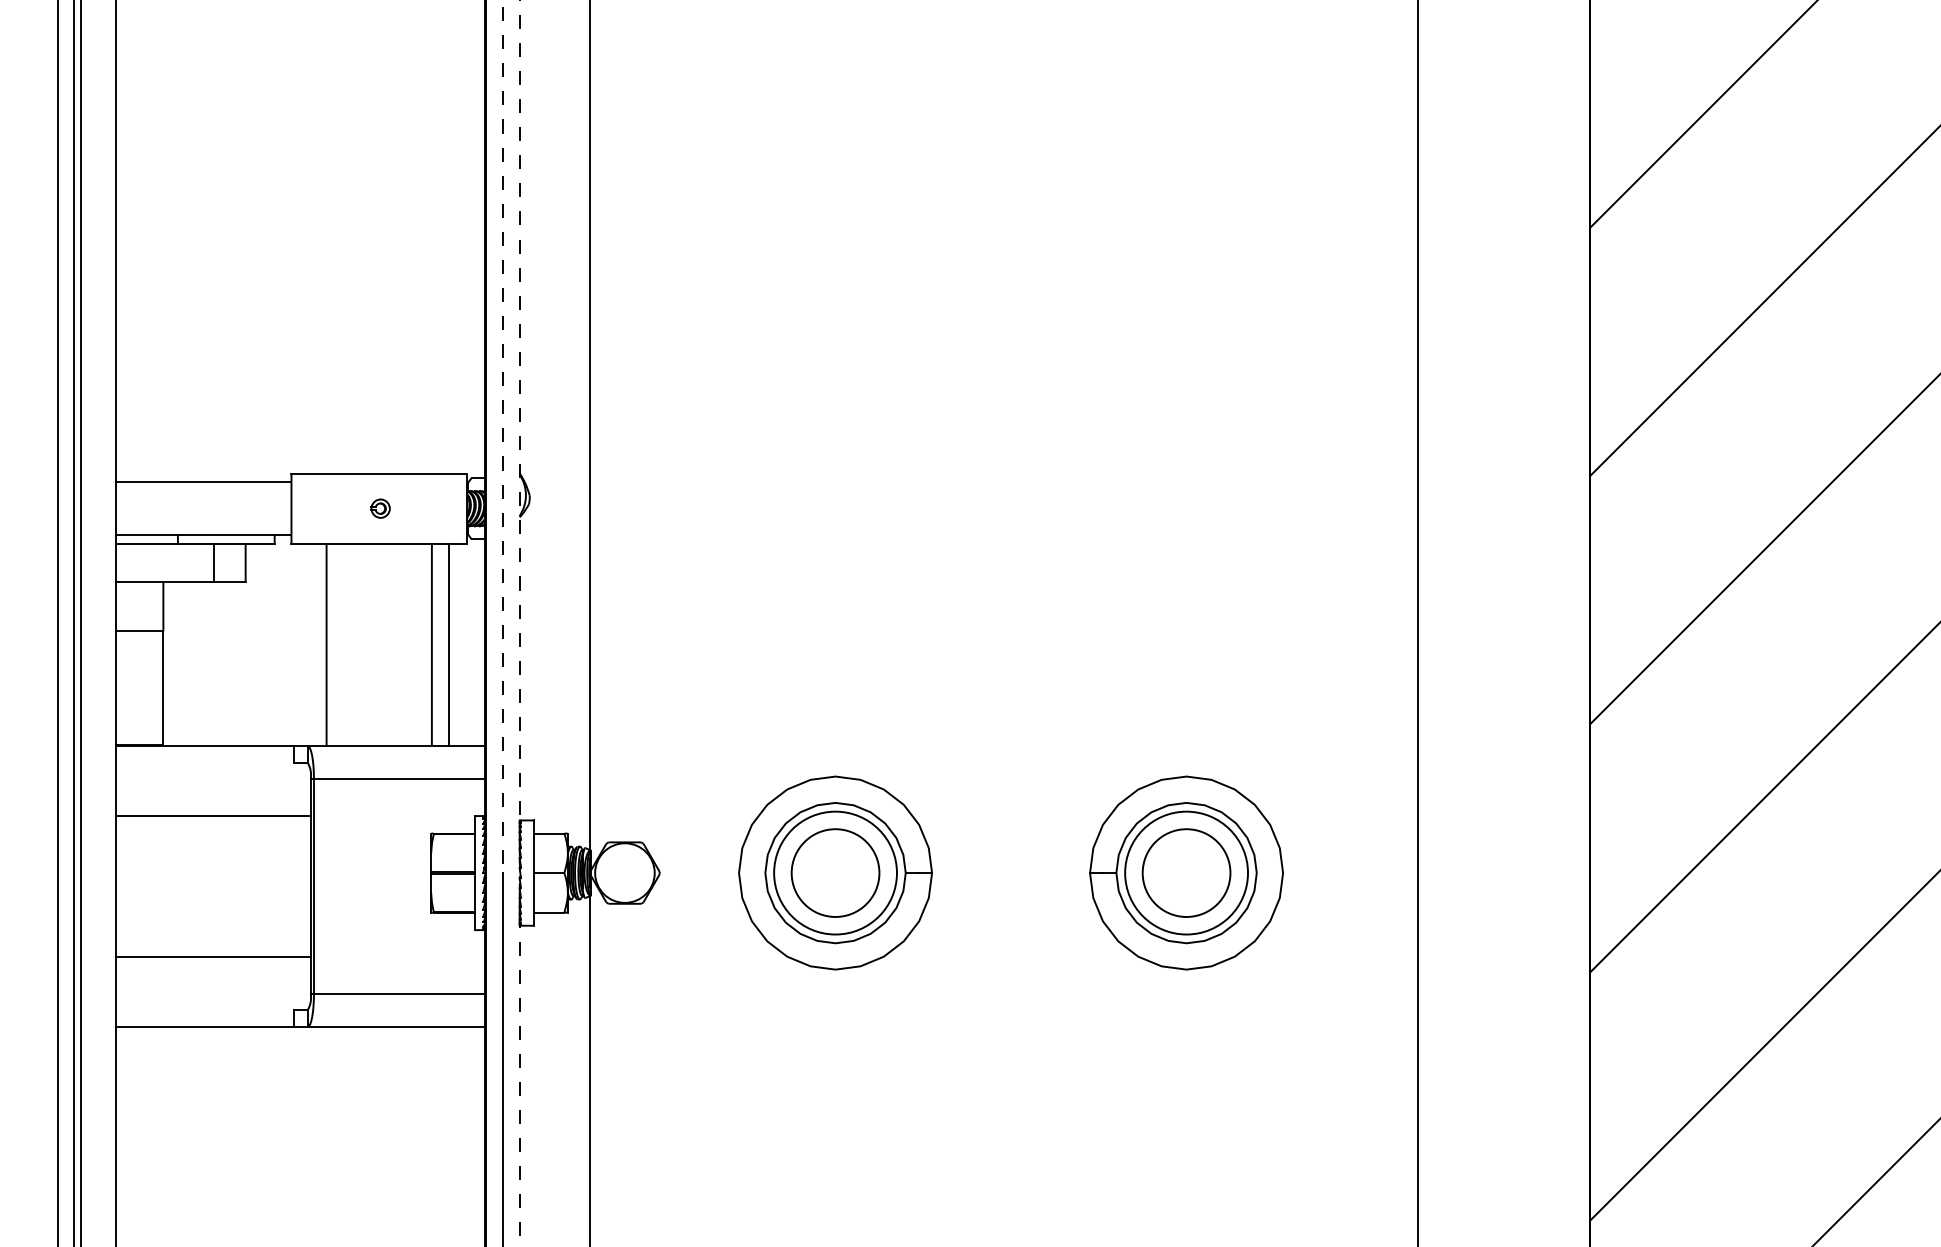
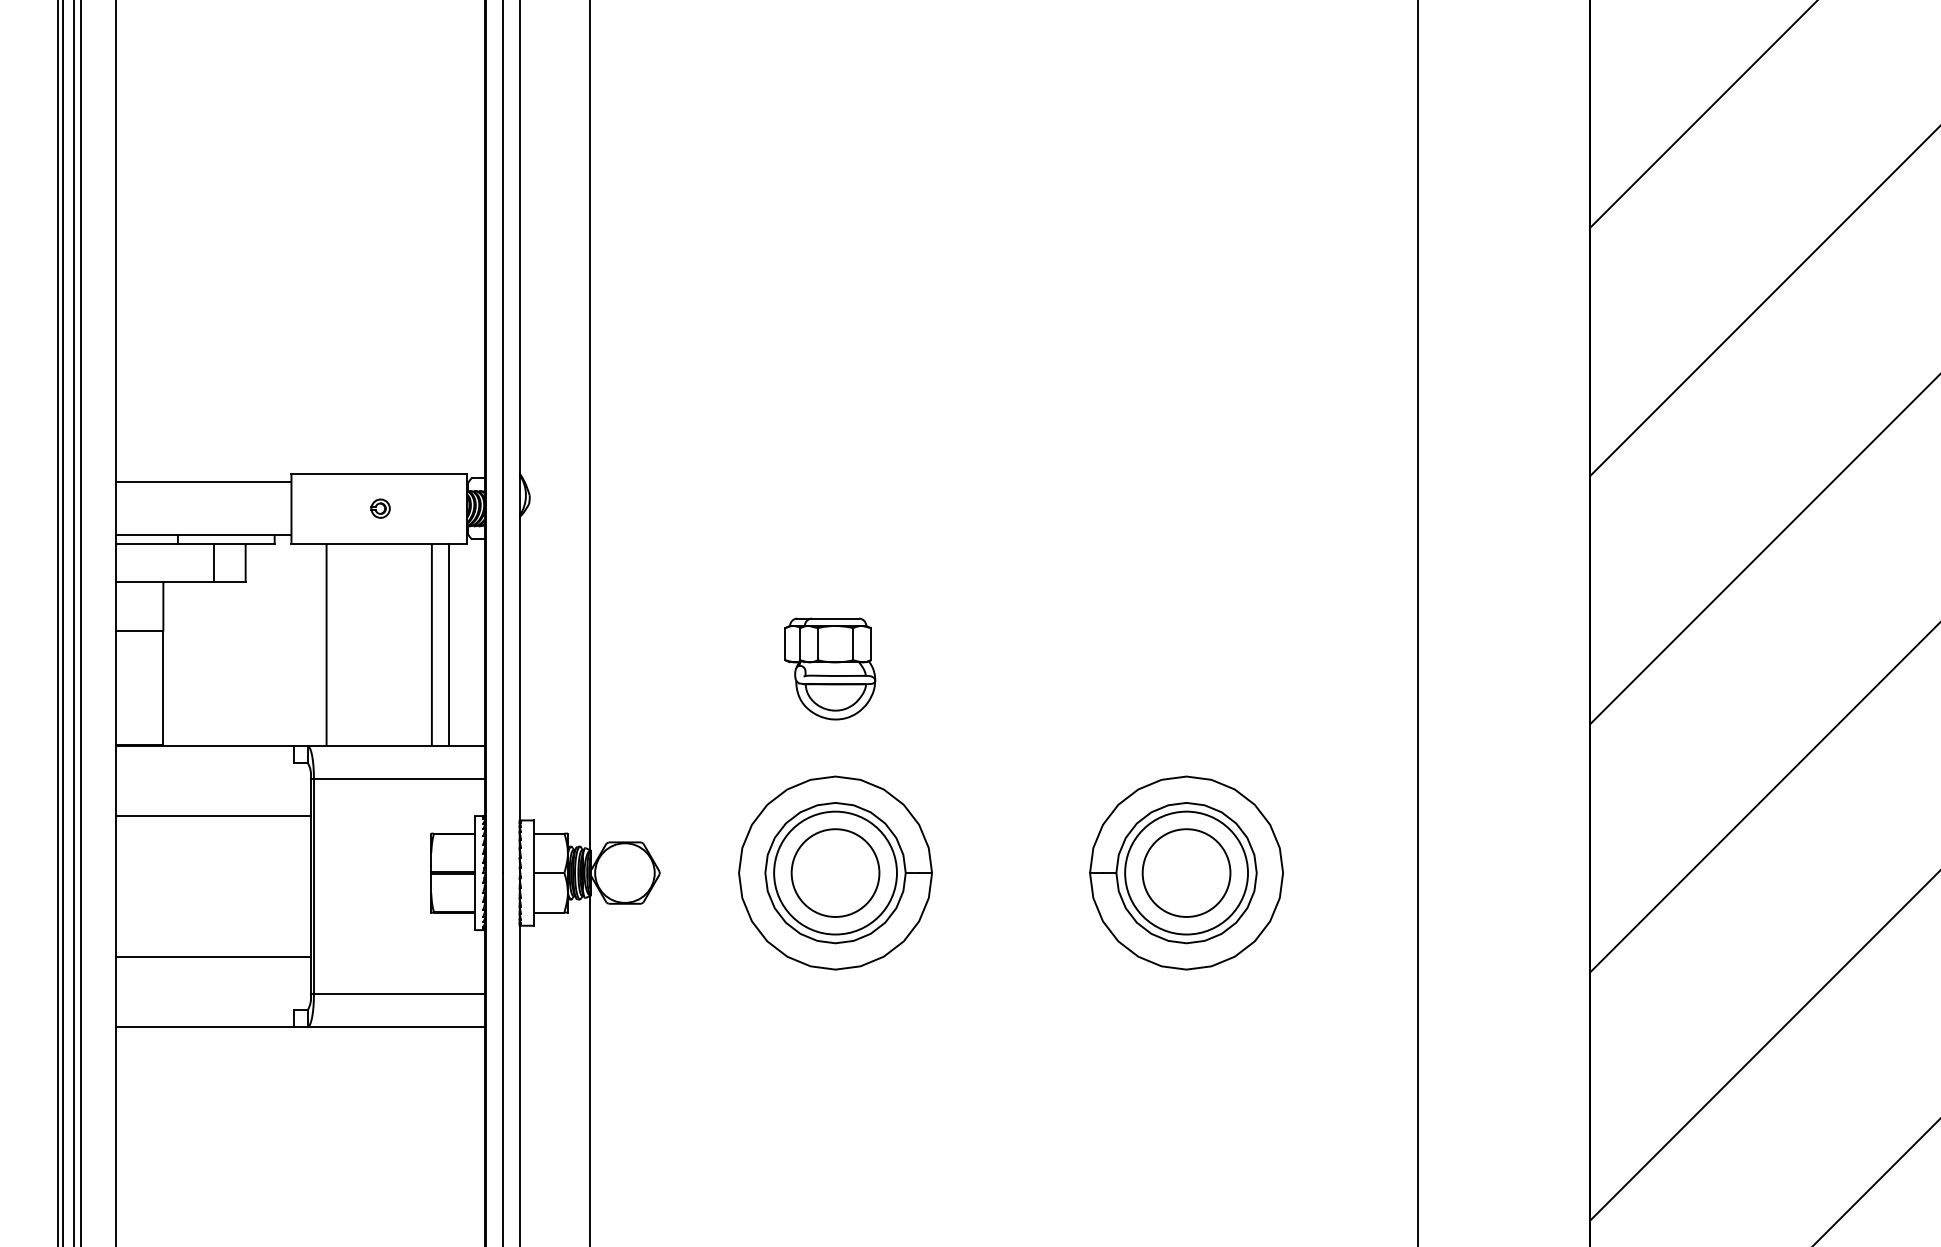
line at (502, 437): dashed -> solid
line at (62, 622): none -> present
line at (519, 623): dashed -> solid
part at (830, 668): none -> present
